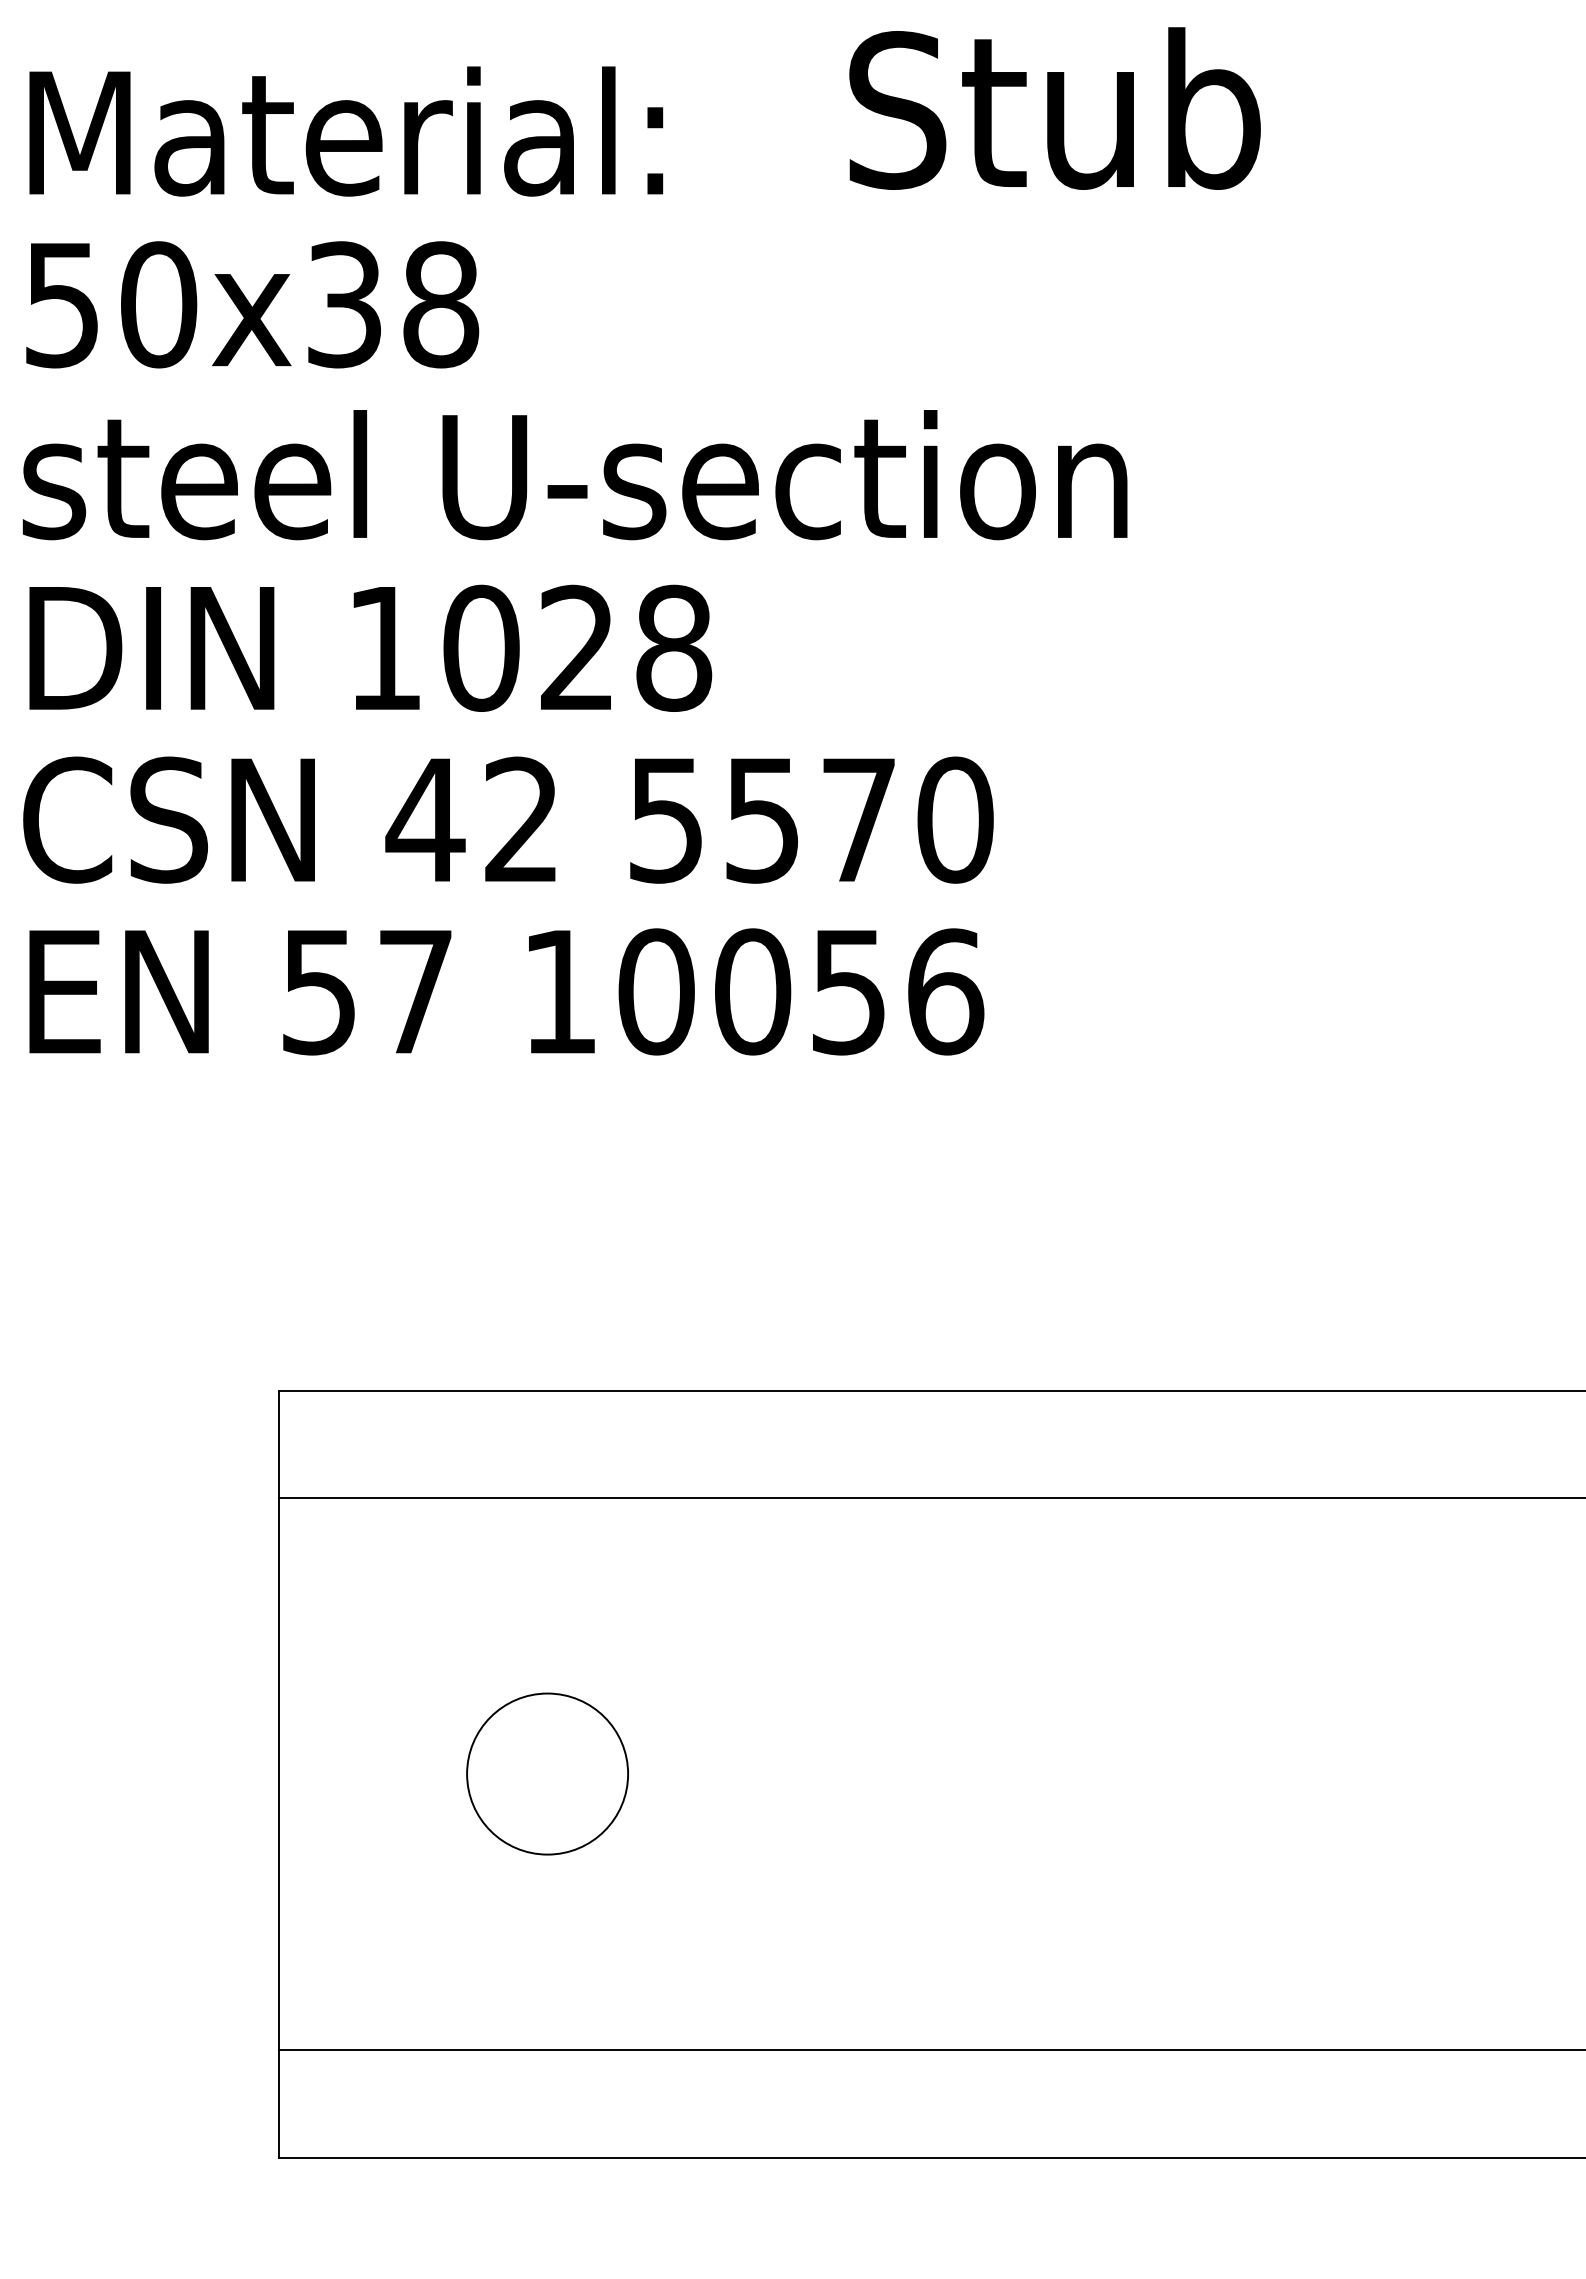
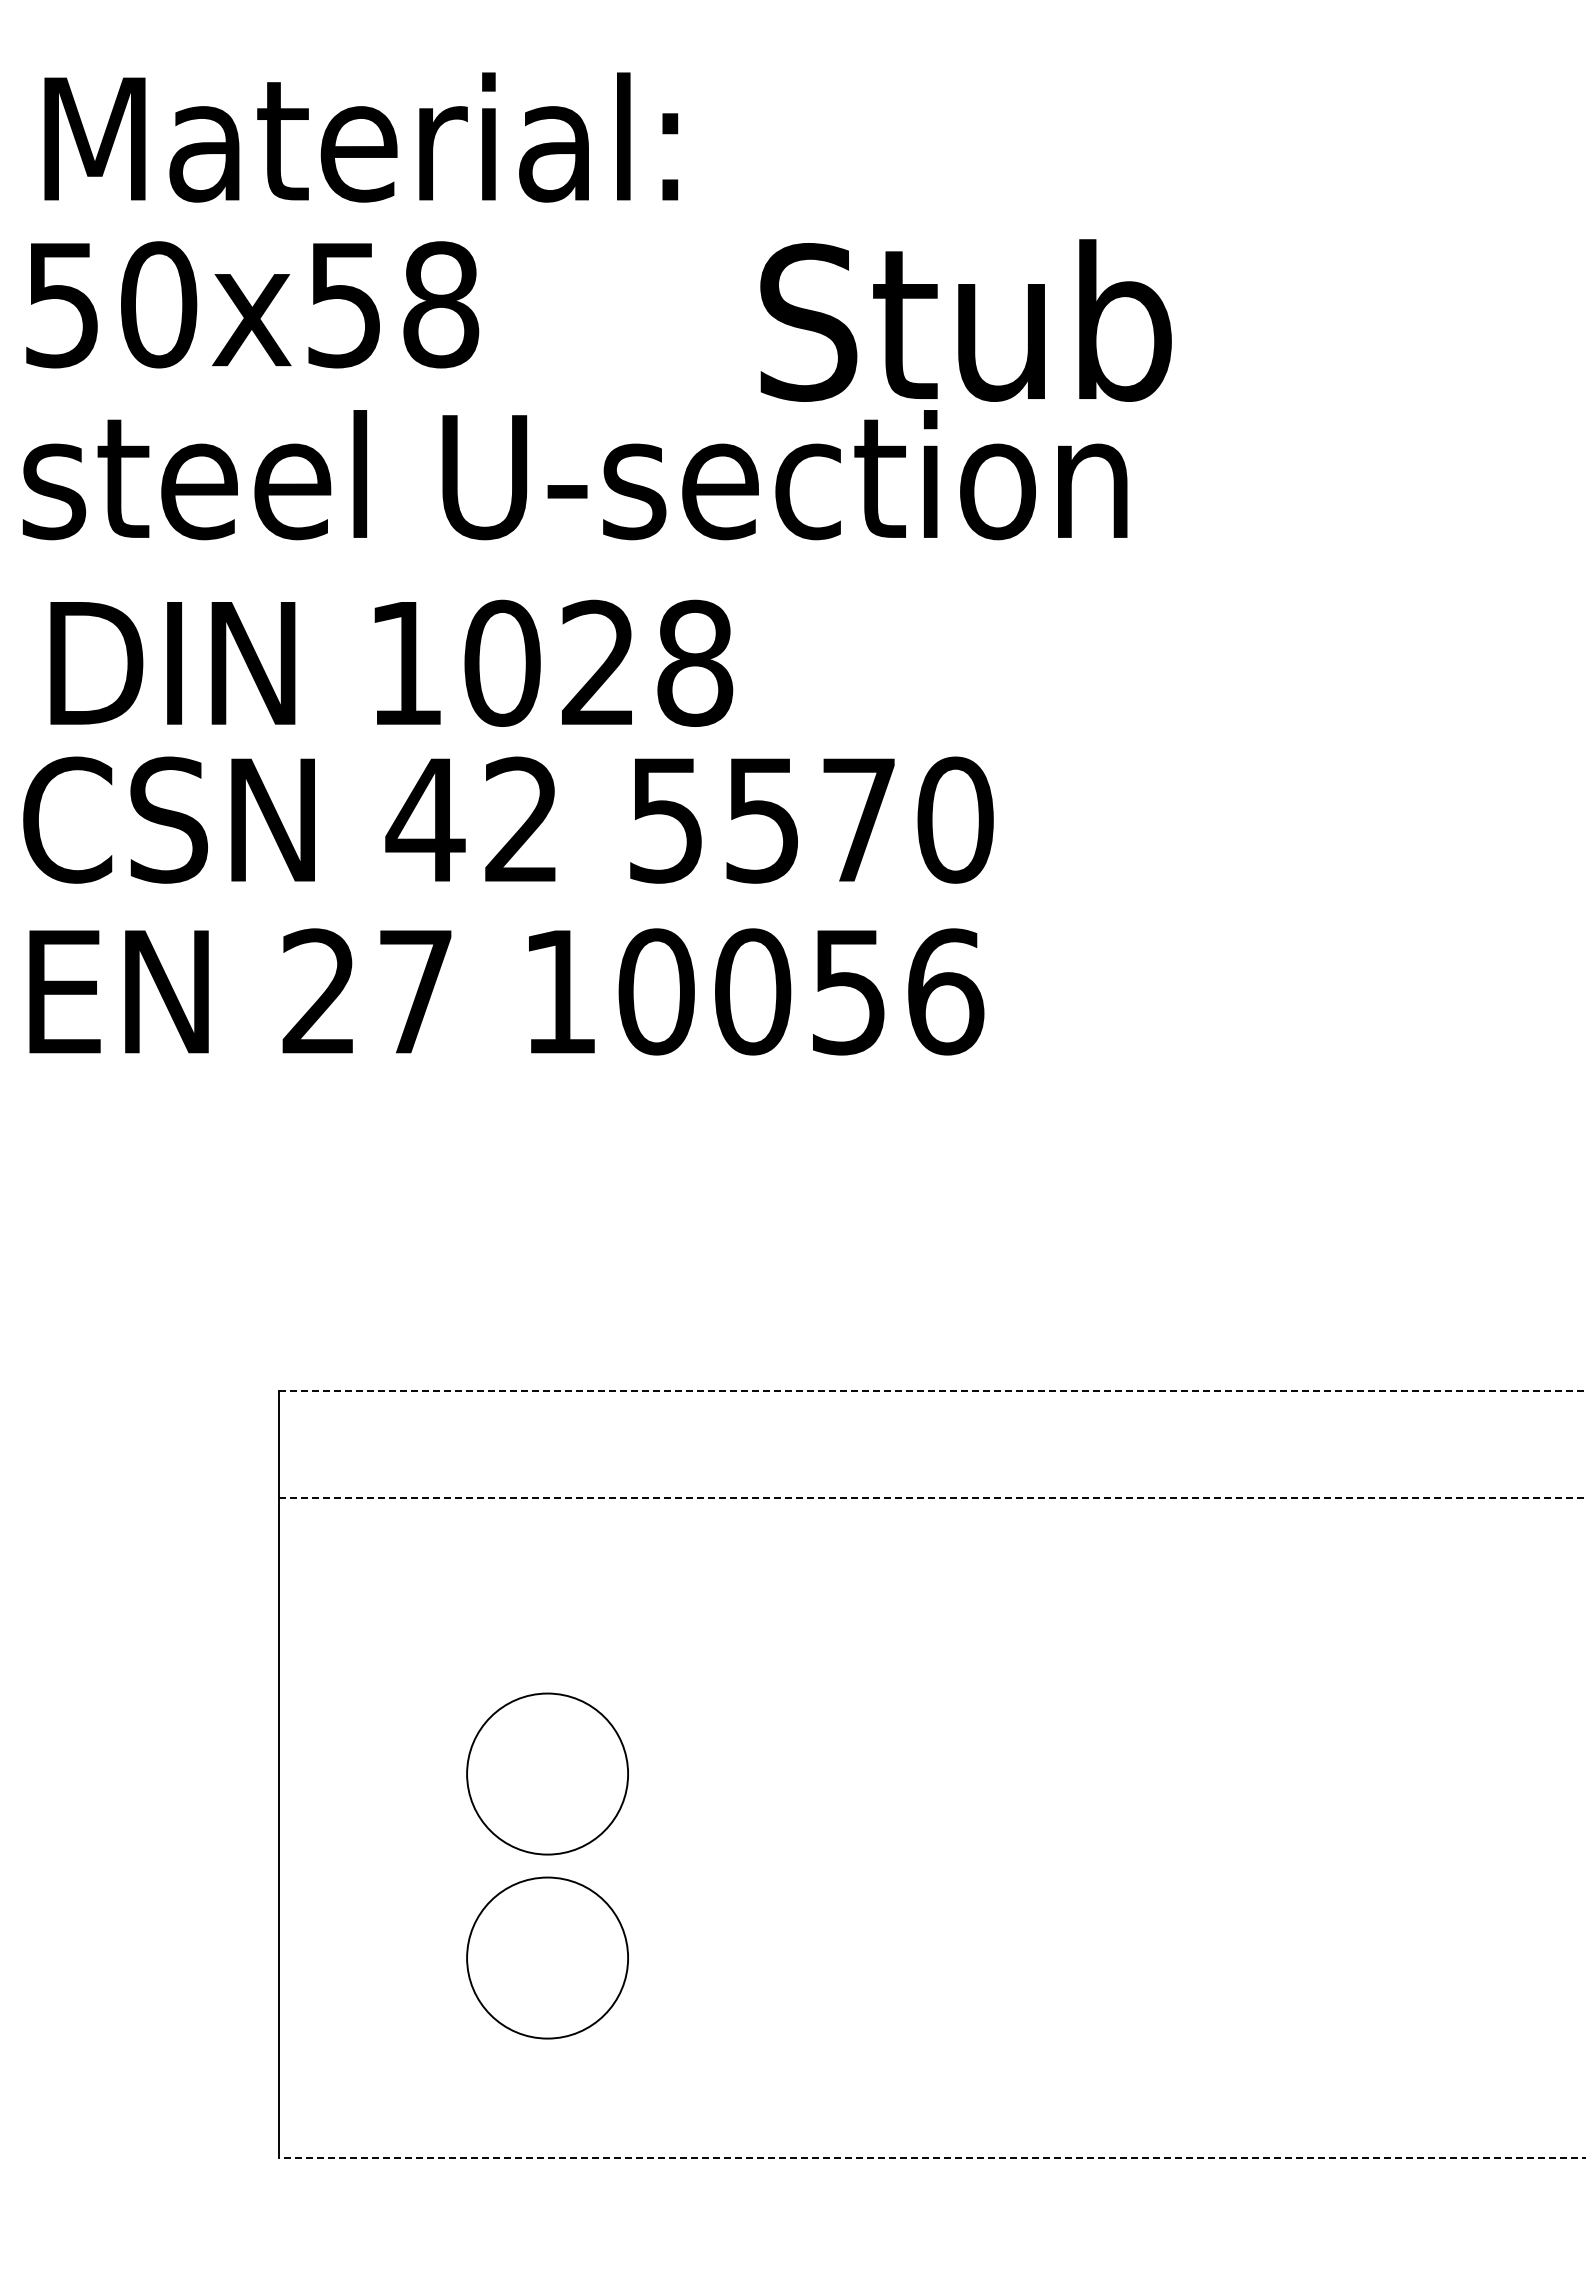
text at (1054, 108) position: (1054, 108) -> (965, 320)
text at (346, 131) position: (346, 131) -> (361, 137)
text at (344, 304): 50x38 -> 50x58
text at (370, 647) position: (370, 647) -> (391, 662)
text at (318, 991): 57 -> 27
line at (932, 1390): solid -> dashed
line at (932, 1498): solid -> dashed
circle at (547, 1957): none -> present
line at (930, 2050): present -> none
line at (932, 2157): solid -> dashed
